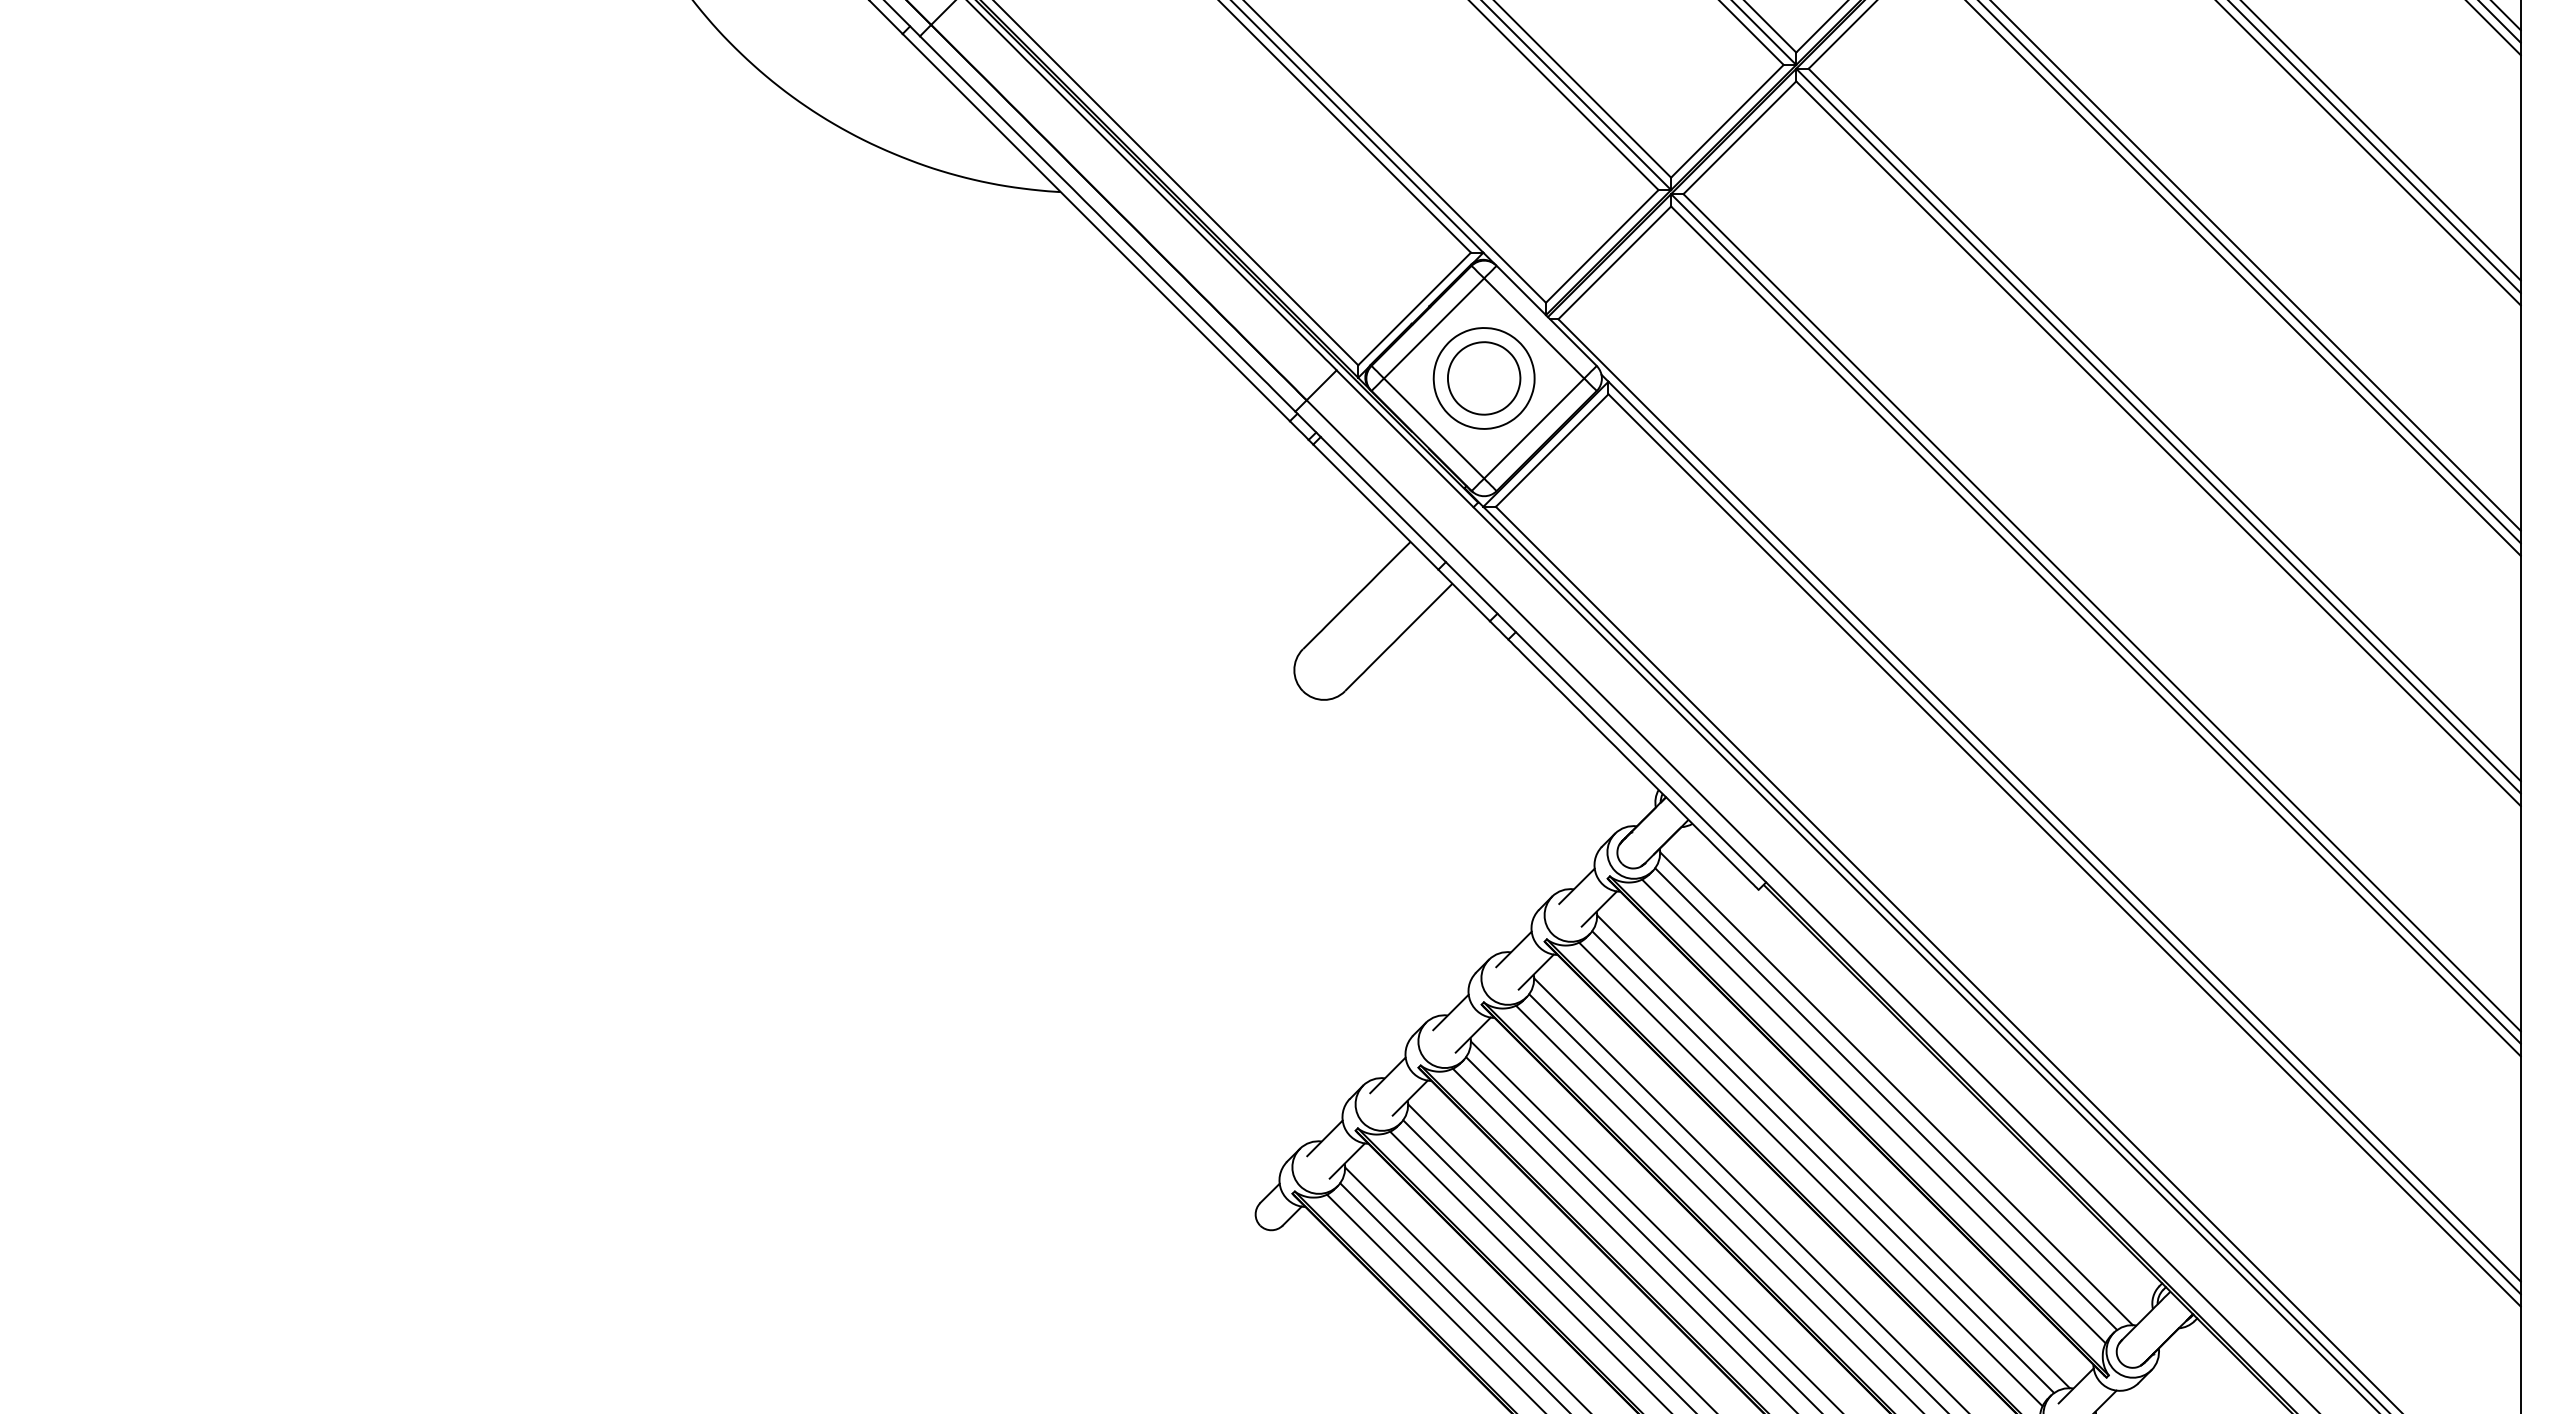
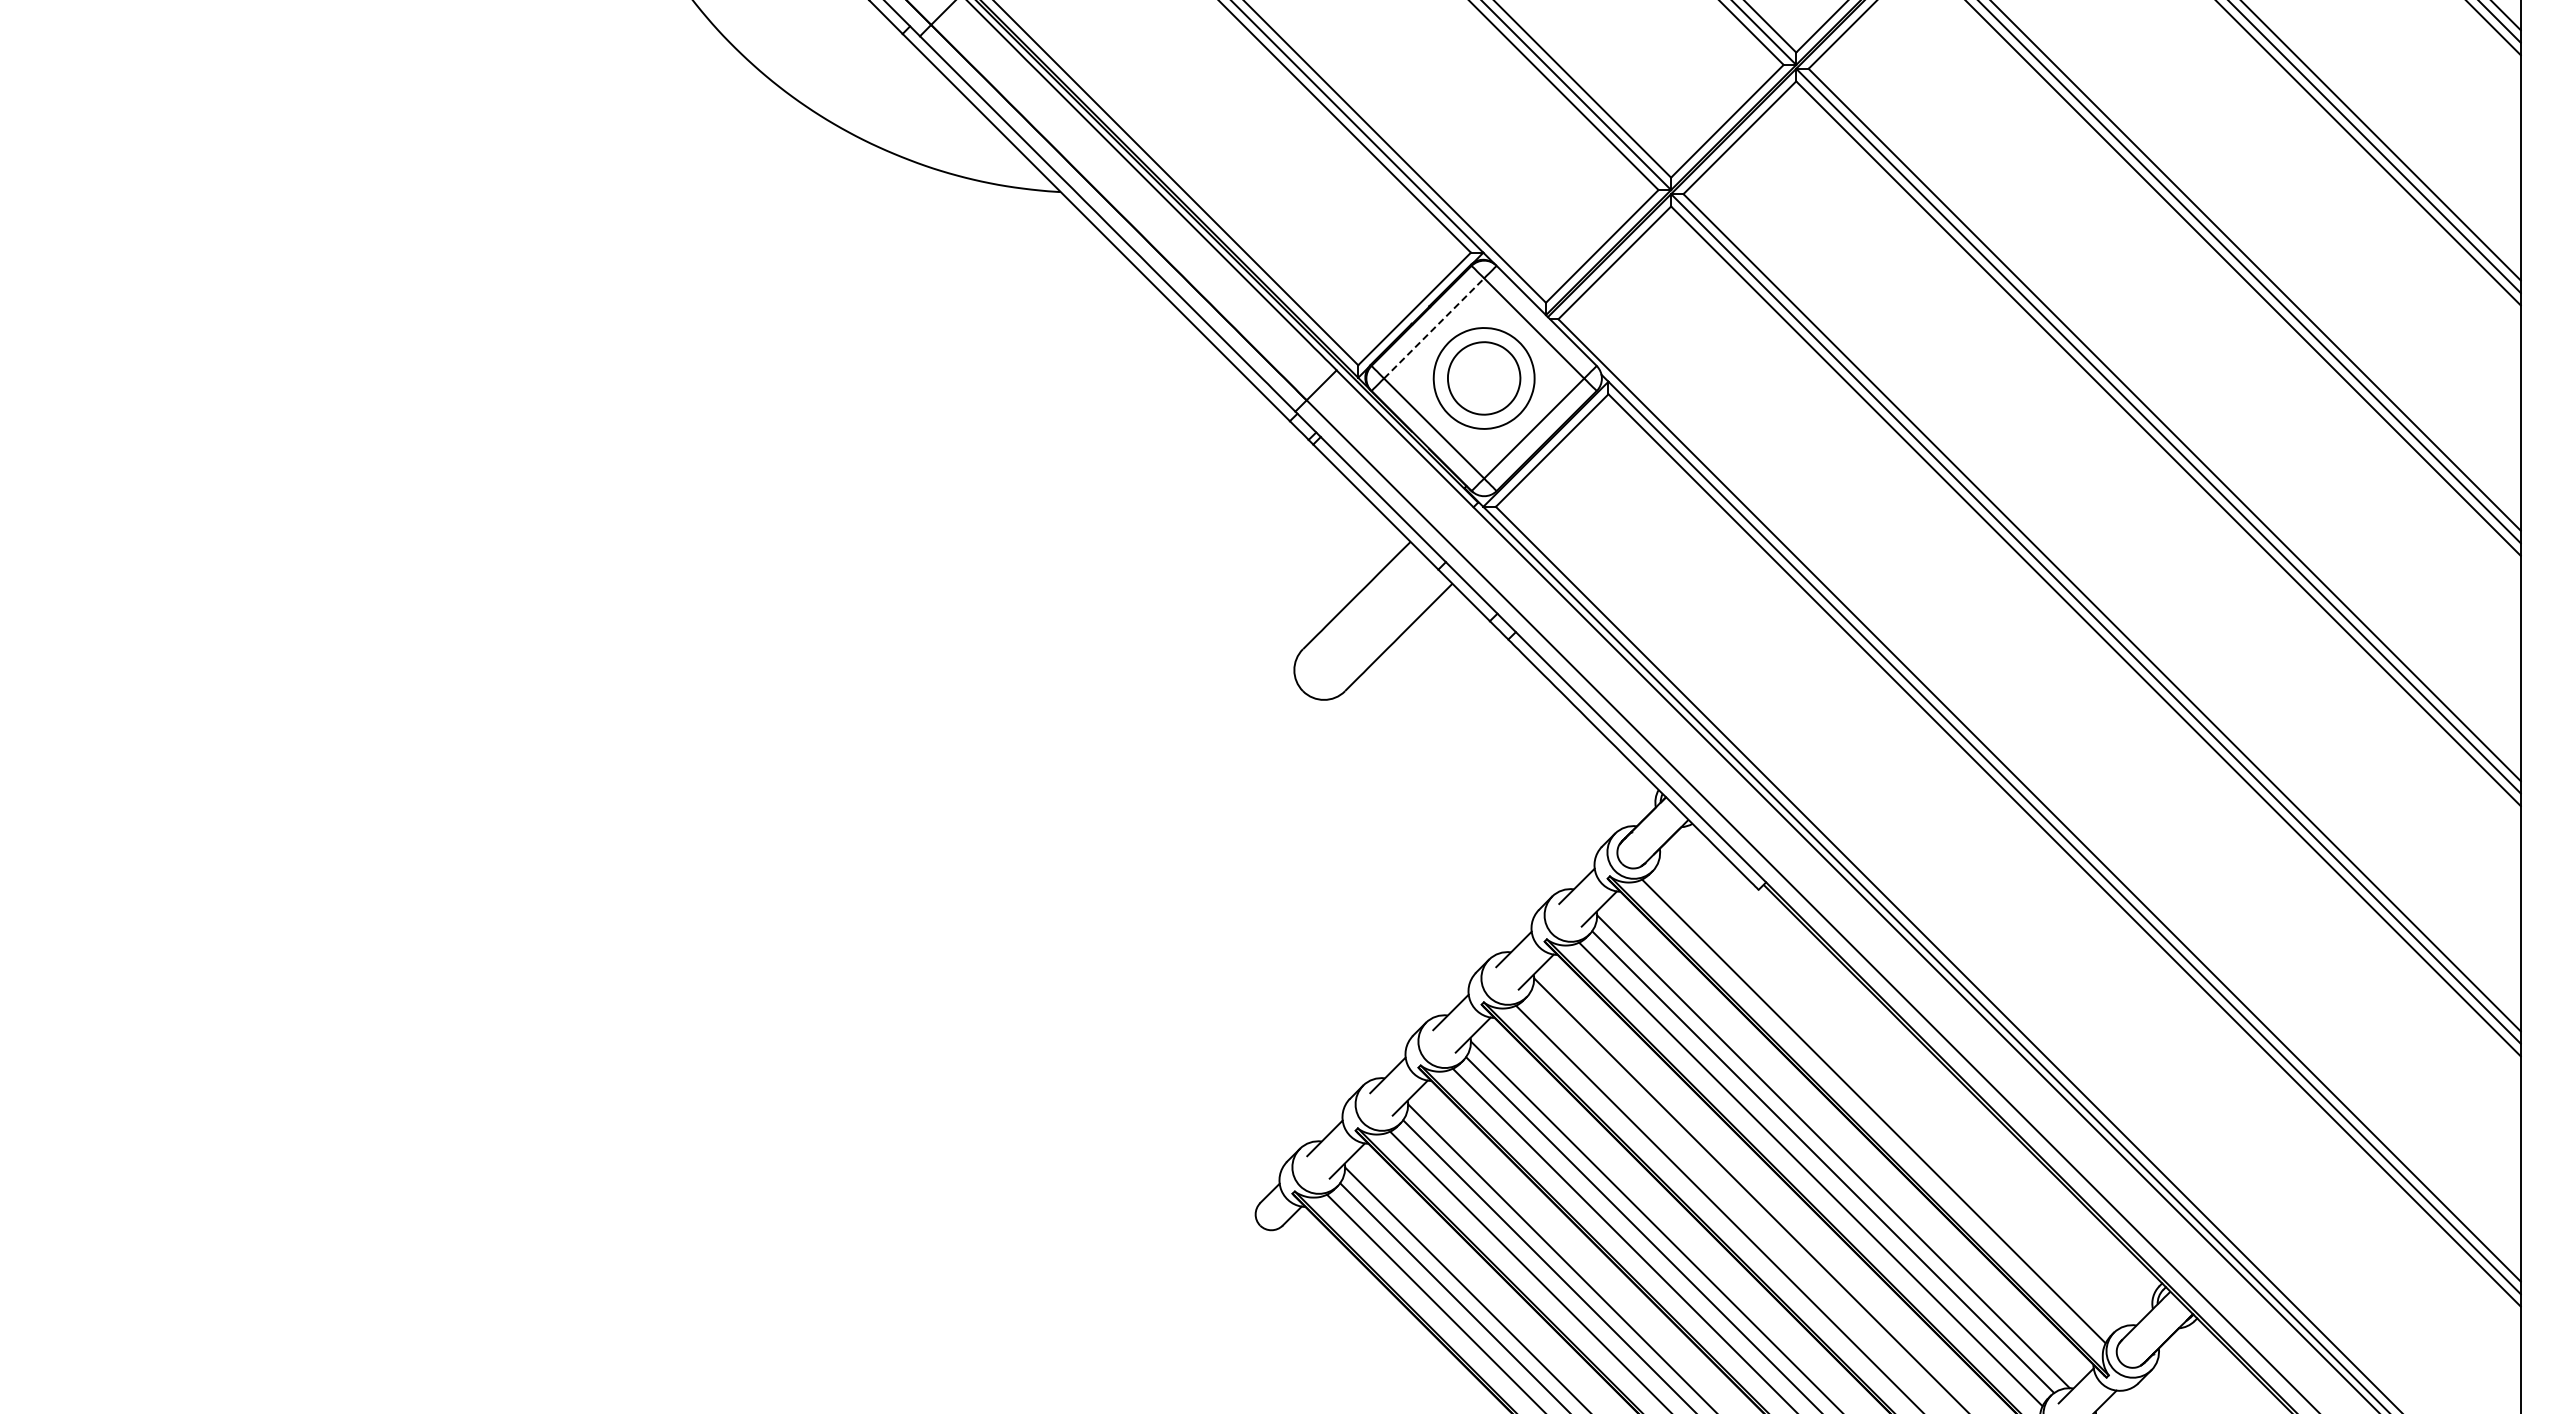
line at (1434, 328): solid -> dashed
line at (1896, 1088): present -> none
line at (1886, 1098): present -> none
line at (1737, 1202): present -> none
